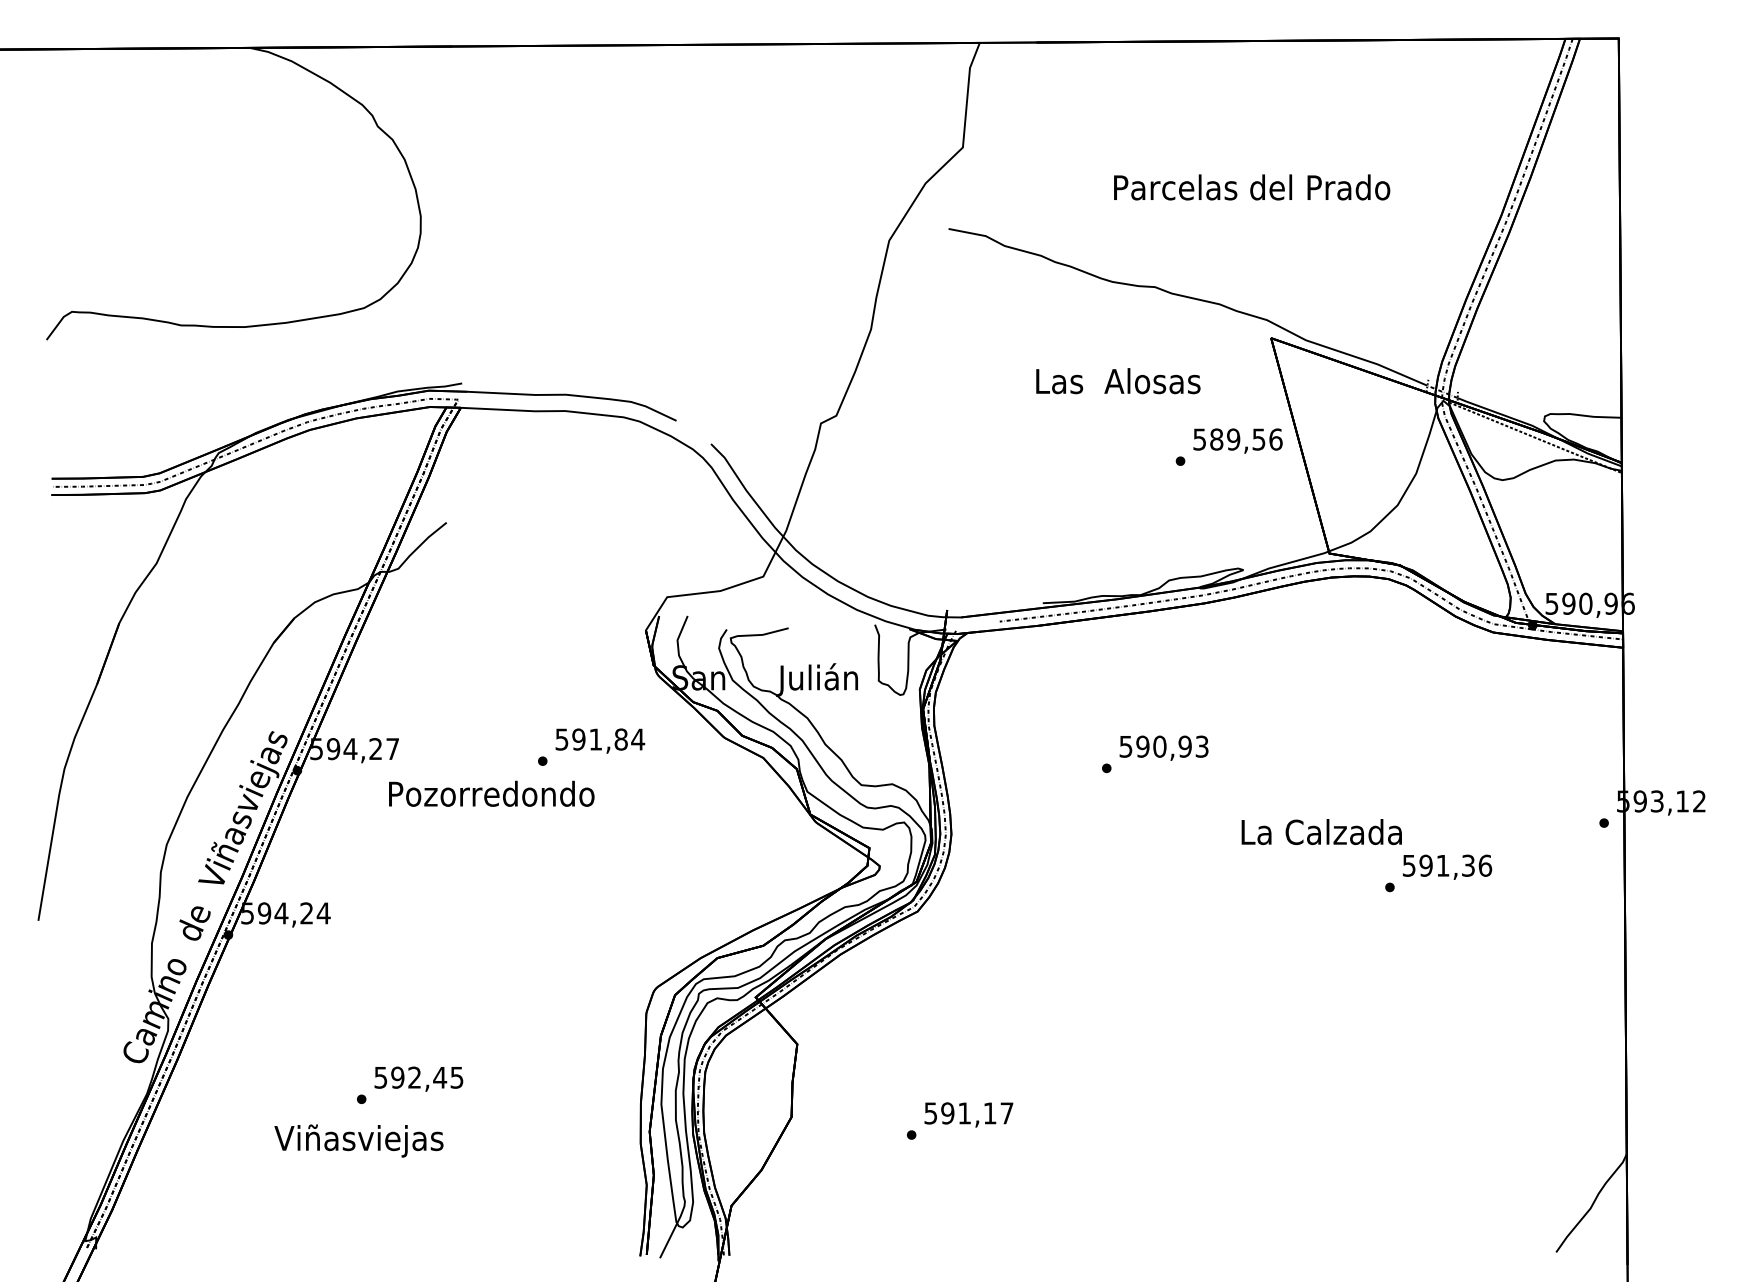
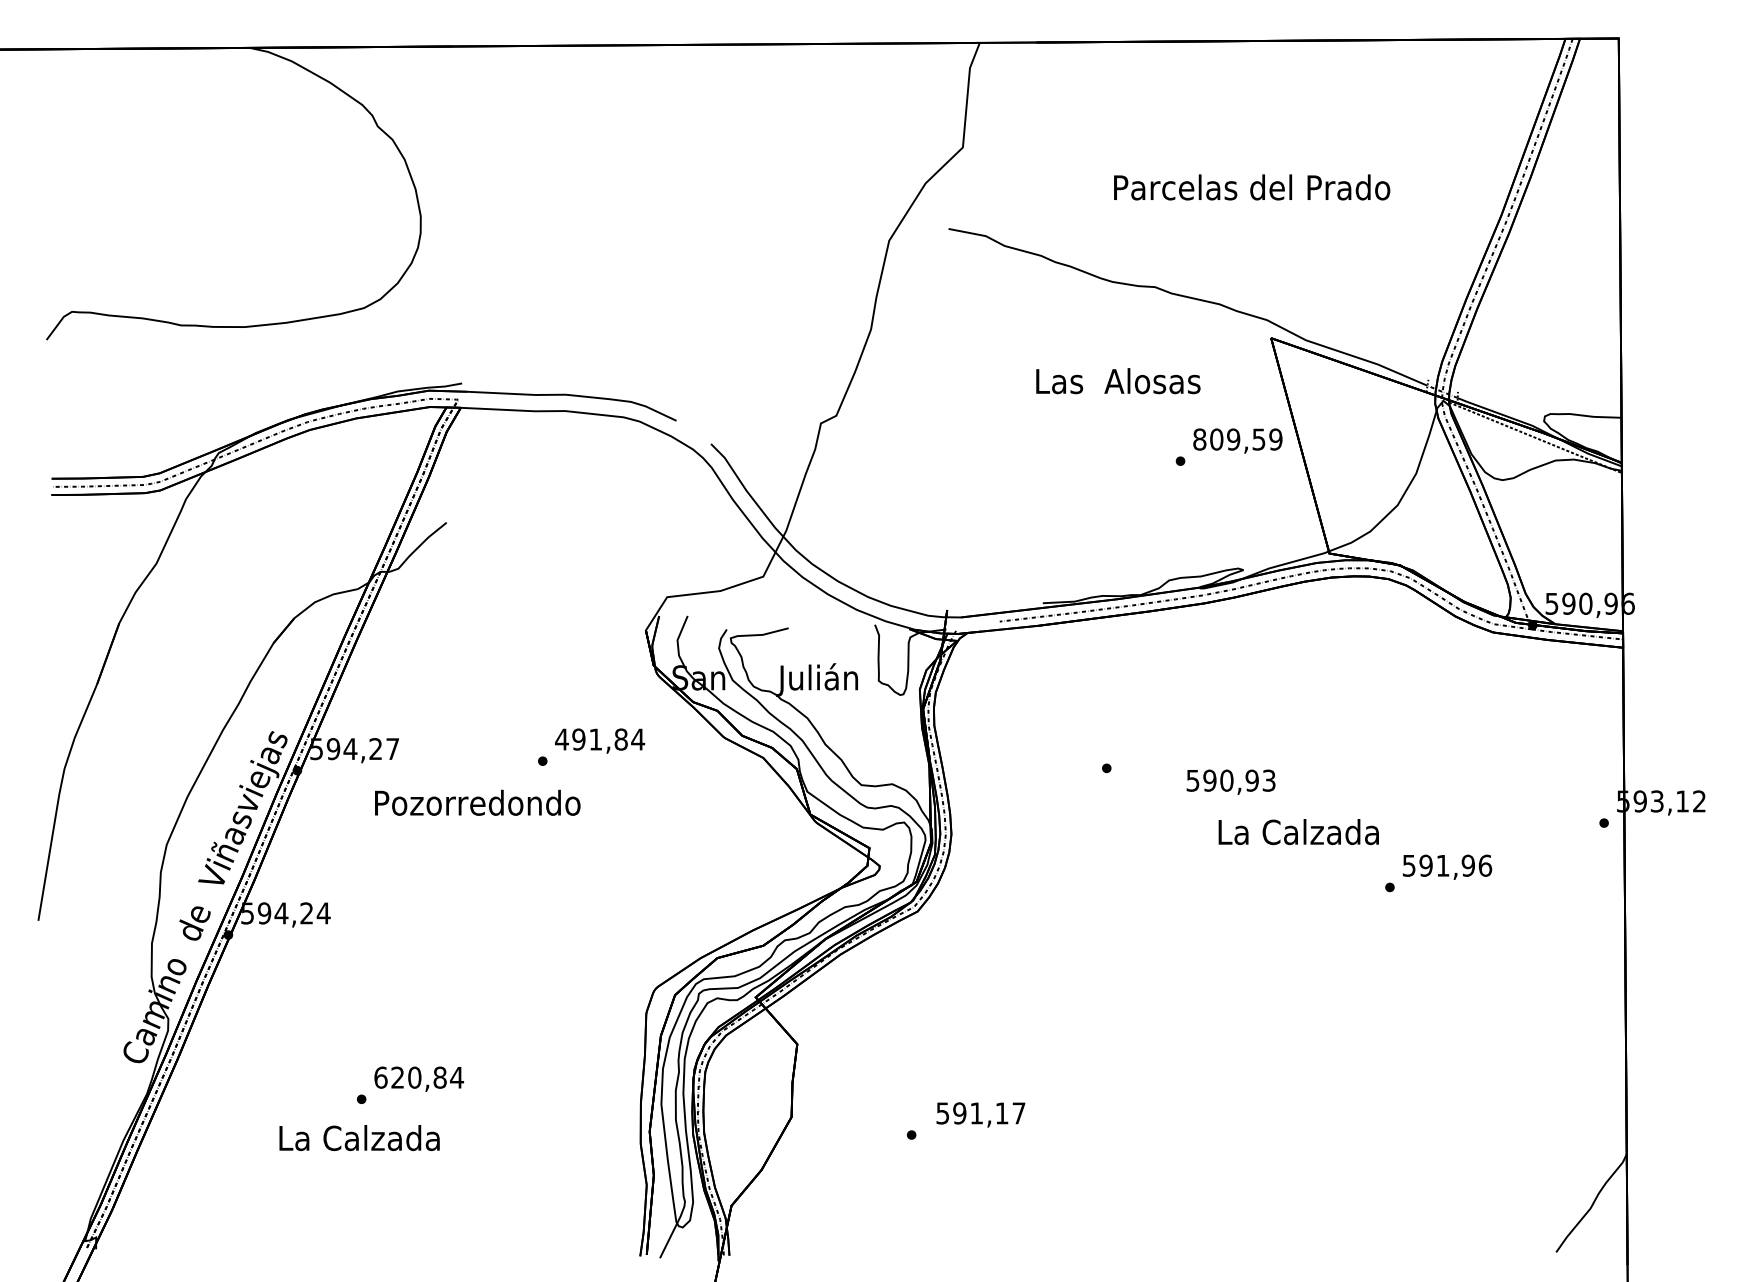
text at (1237, 439): 589,56 -> 809,59
text at (561, 739): 591,84 -> 491,84
text at (1163, 747) position: (1163, 747) -> (1230, 781)
text at (491, 793) position: (491, 793) -> (477, 802)
text at (1321, 832) position: (1321, 832) -> (1298, 832)
text at (1467, 865): 591,36 -> 591,96
text at (418, 1077): 592,45 -> 620,84
text at (968, 1114) position: (968, 1114) -> (980, 1114)
text at (358, 1140): Viñasviejas -> La Calzada
